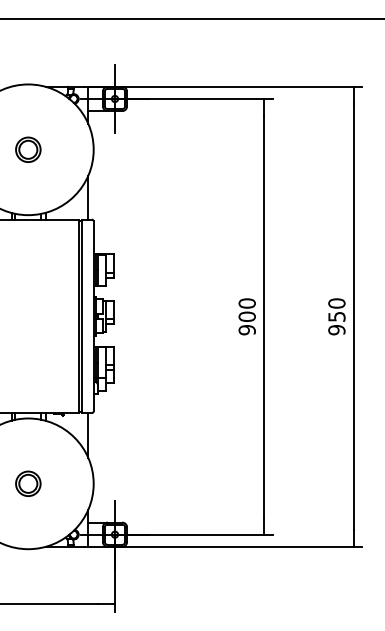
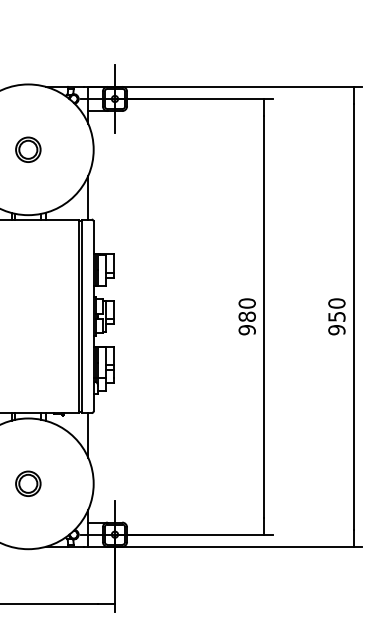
line at (191, 18): present -> none
text at (246, 316): 900 -> 980
